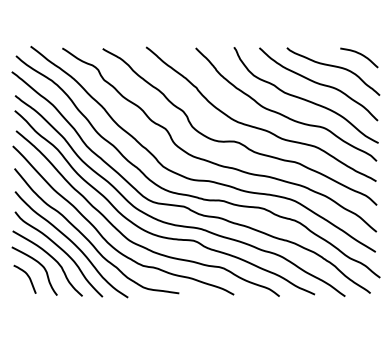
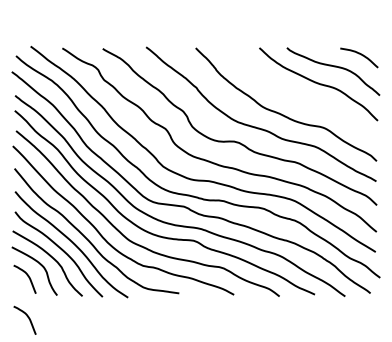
curve at (304, 98): present -> none
curve at (26, 316): none -> present
